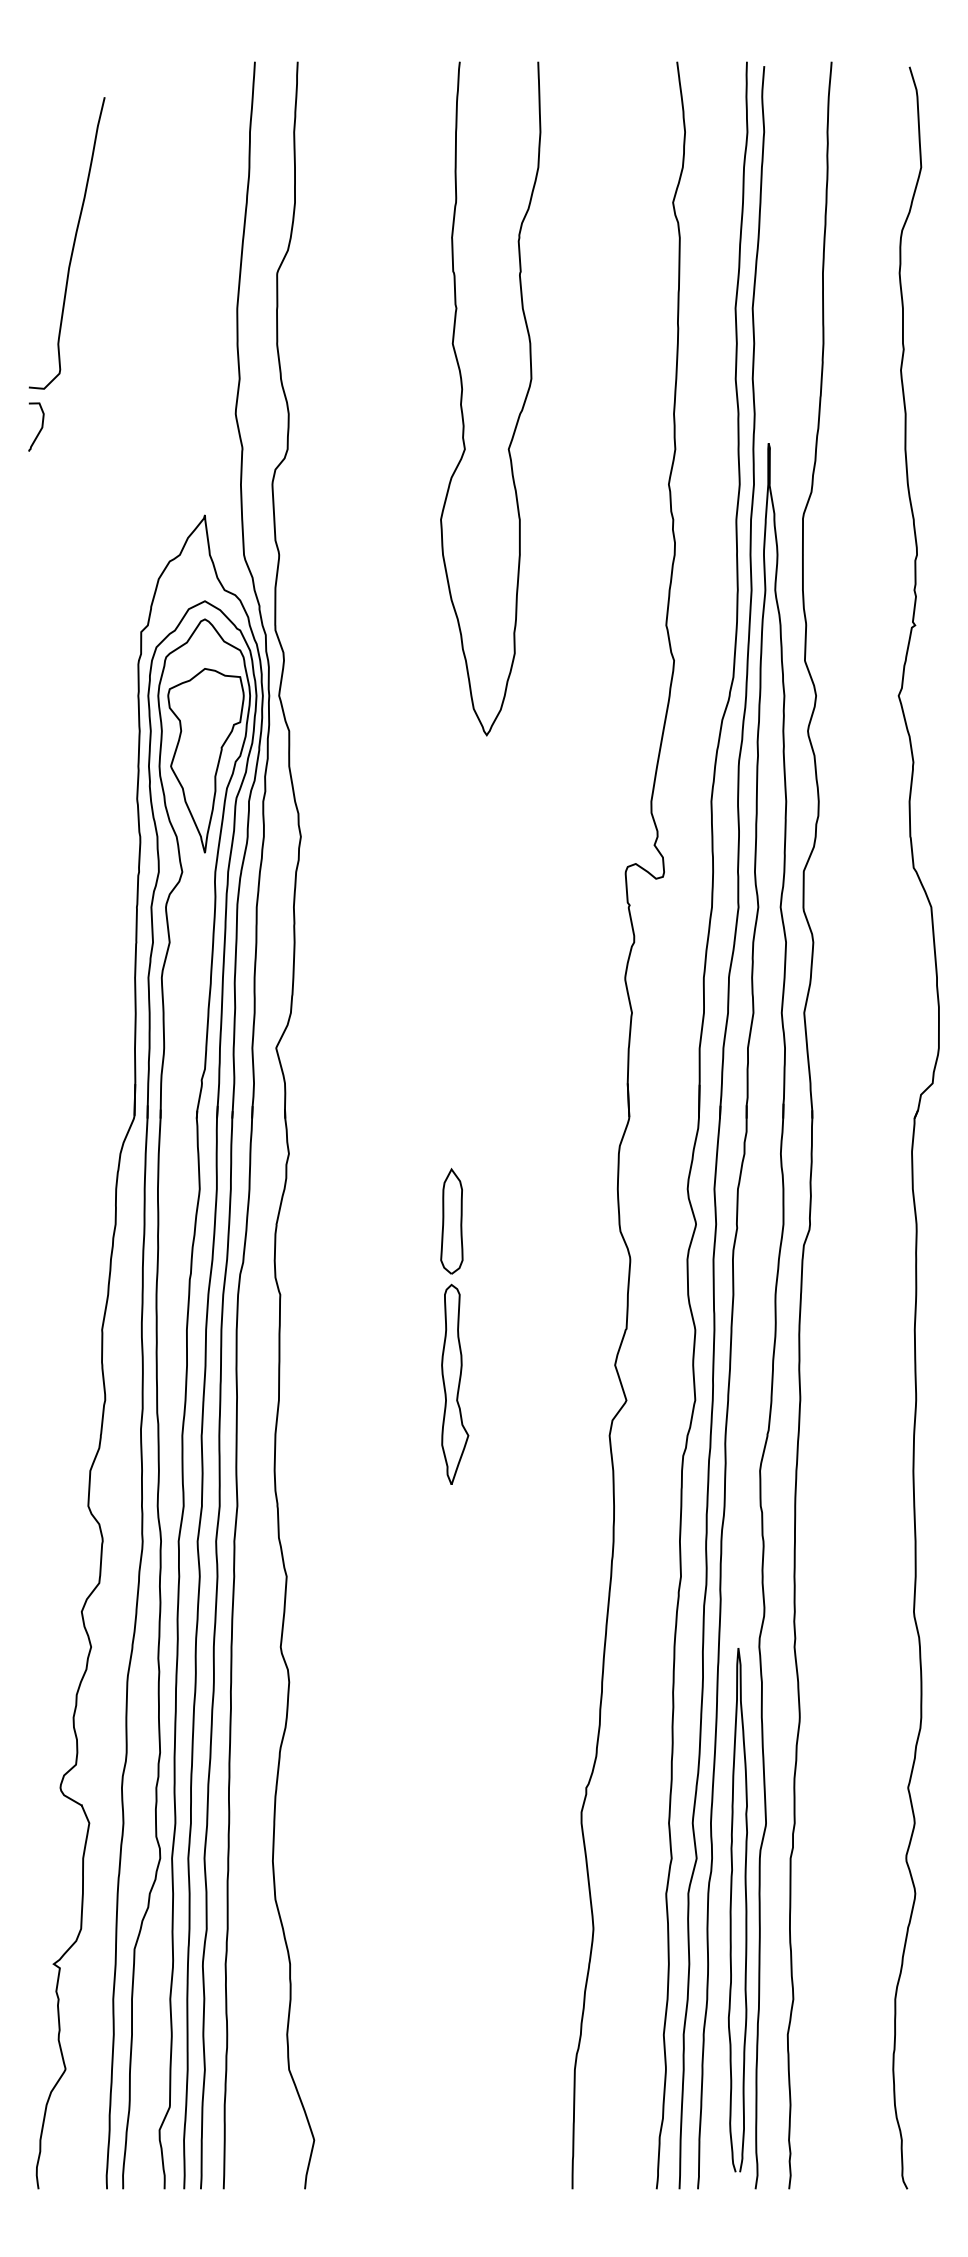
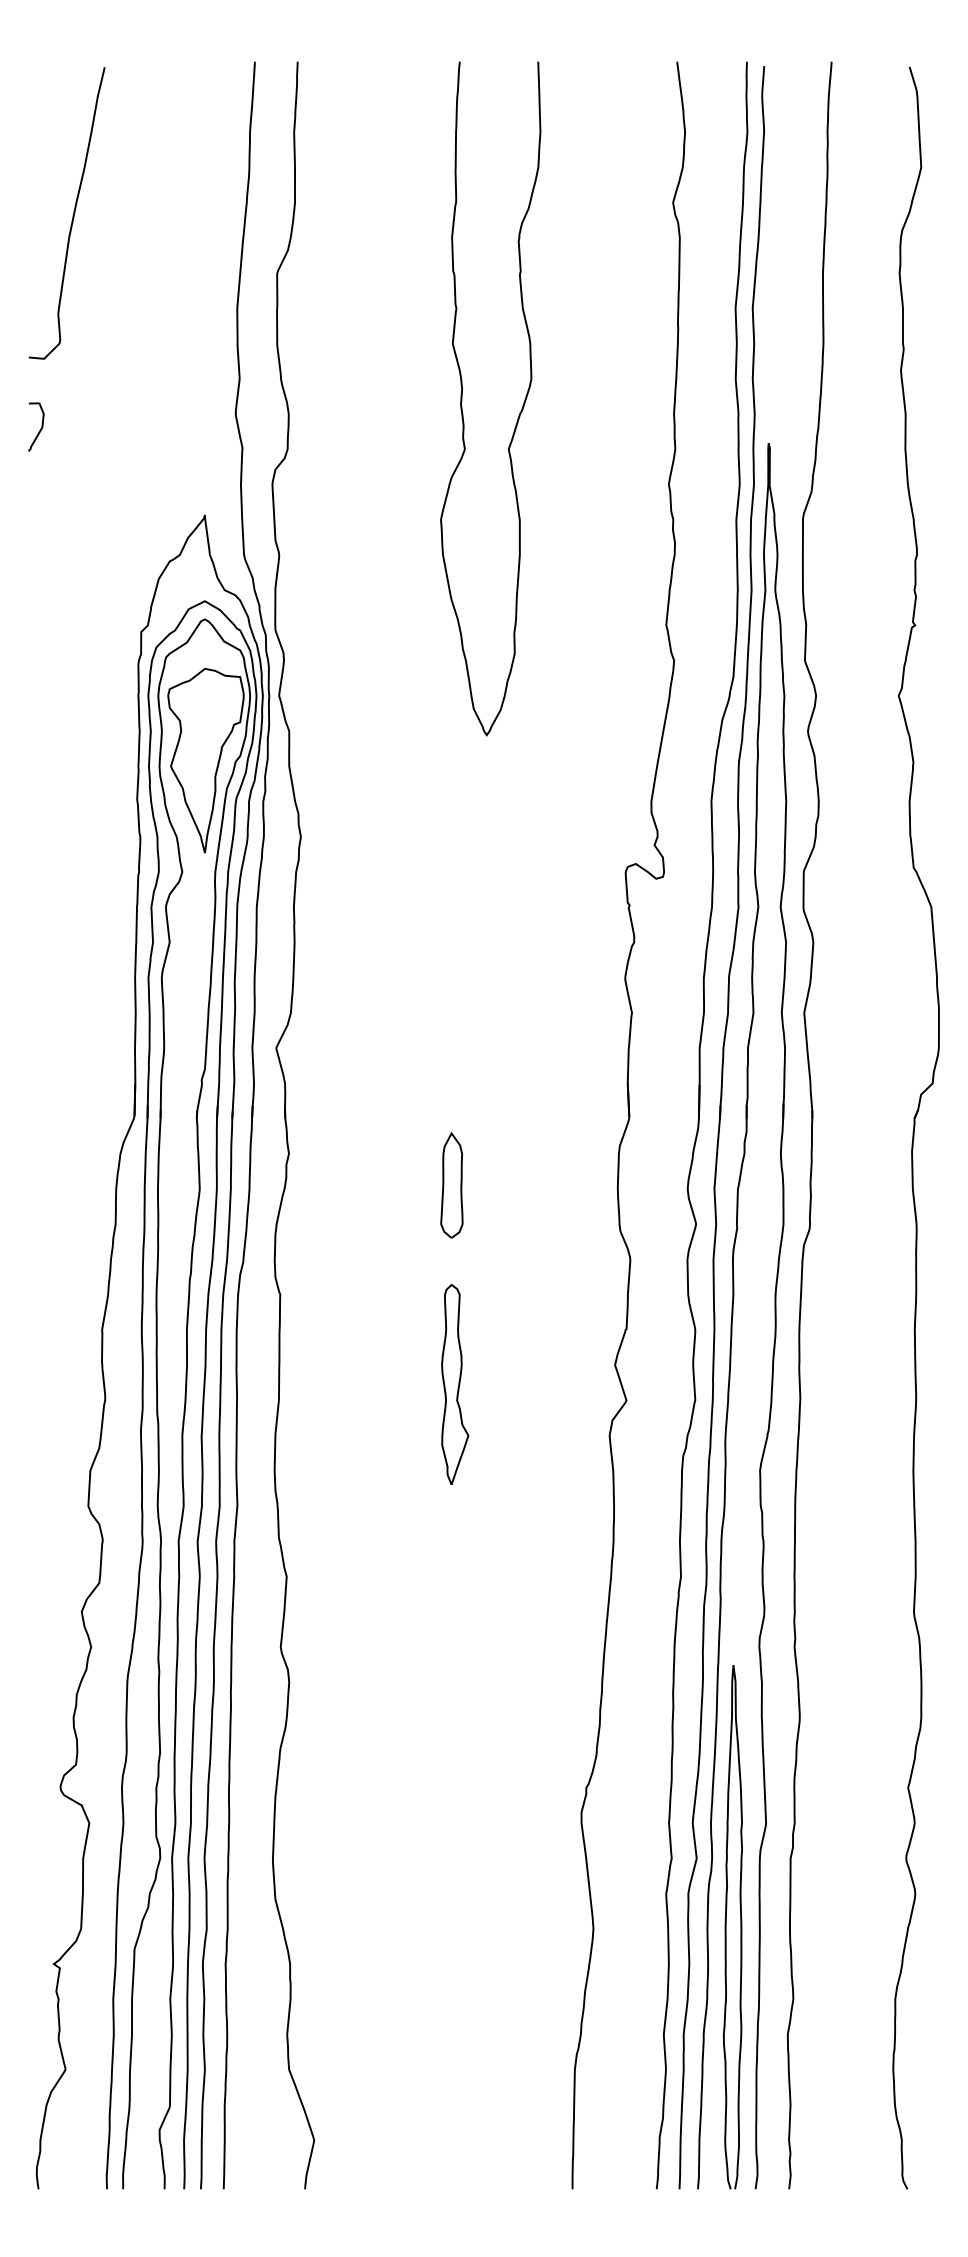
curve at (72, 245) position: (72, 245) -> (72, 215)
part at (451, 1221) position: (451, 1221) -> (451, 1185)
curve at (731, 1910) position: (731, 1910) -> (726, 1927)
